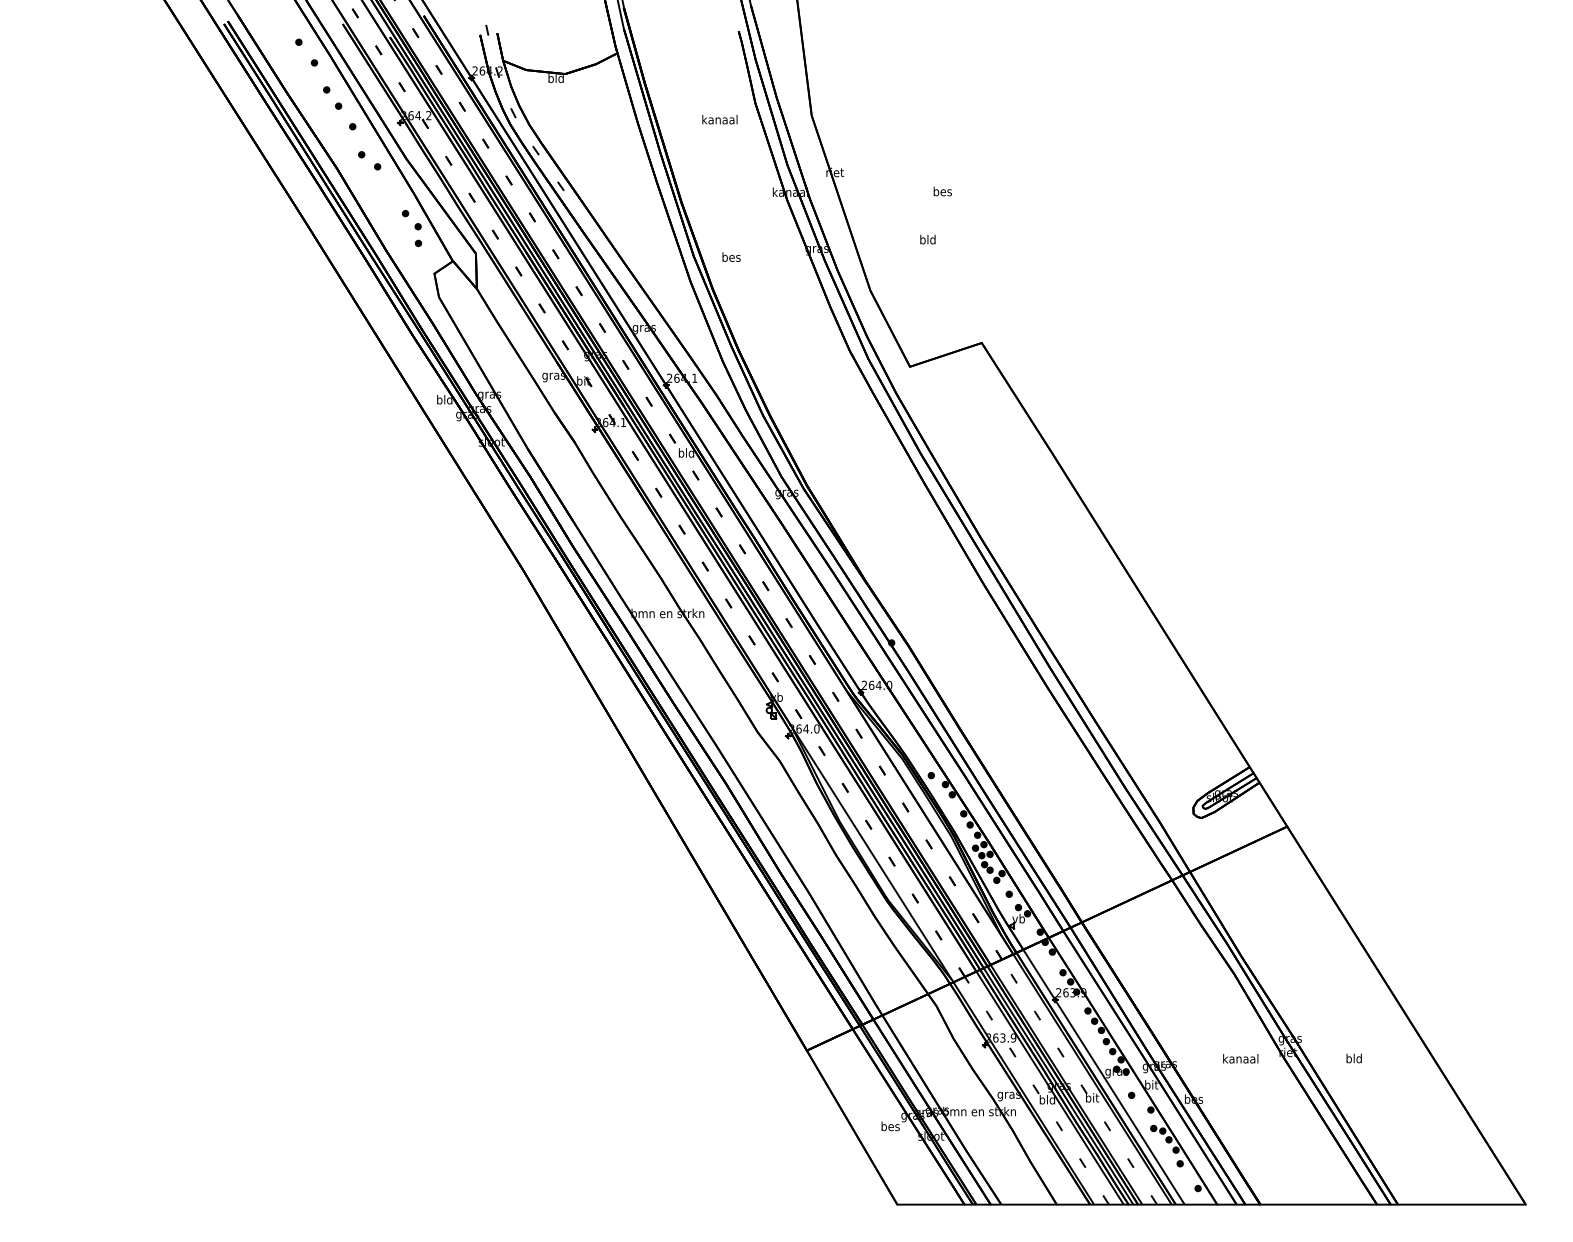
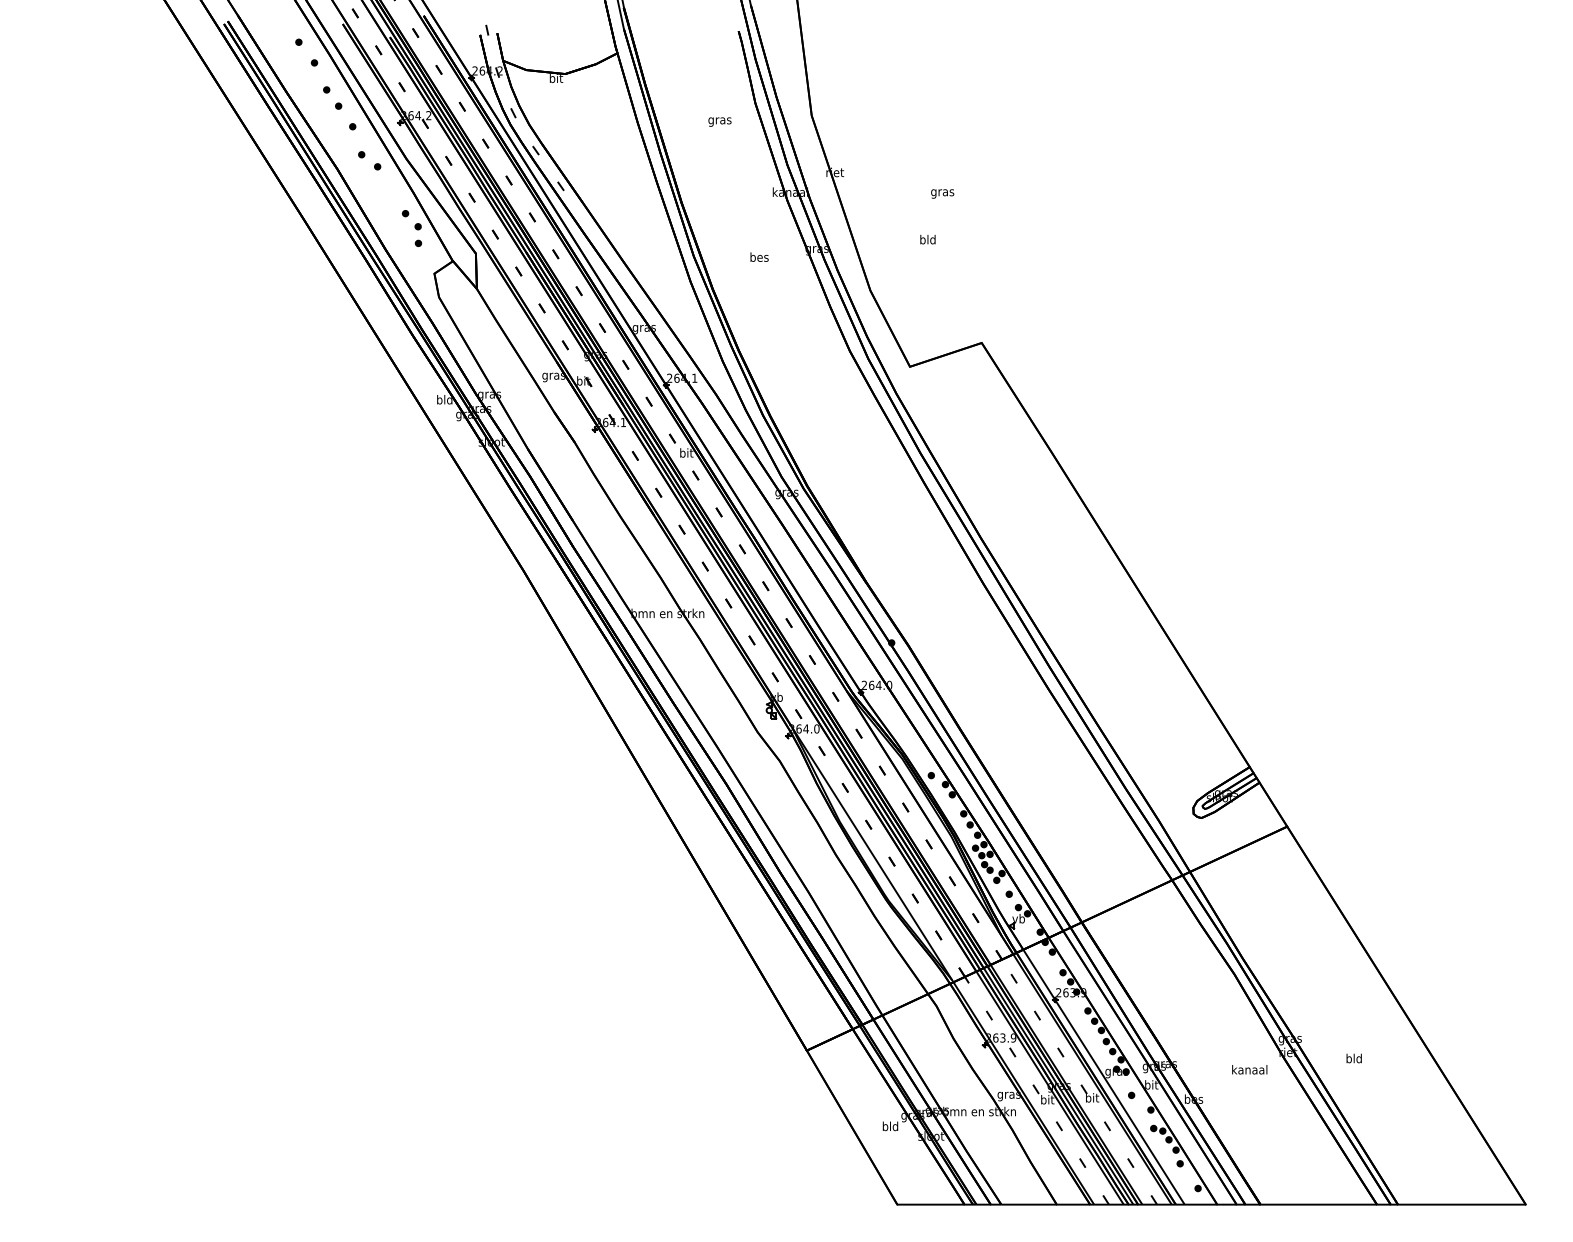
text at (555, 78): bld -> bit
text at (719, 120): kanaal -> gras
text at (942, 192): bes -> gras
text at (731, 256) position: (731, 256) -> (759, 256)
text at (686, 452): bld -> bit
text at (1240, 1058) position: (1240, 1058) -> (1249, 1069)
text at (1047, 1099): bld -> bit
text at (890, 1126): bes -> bld
